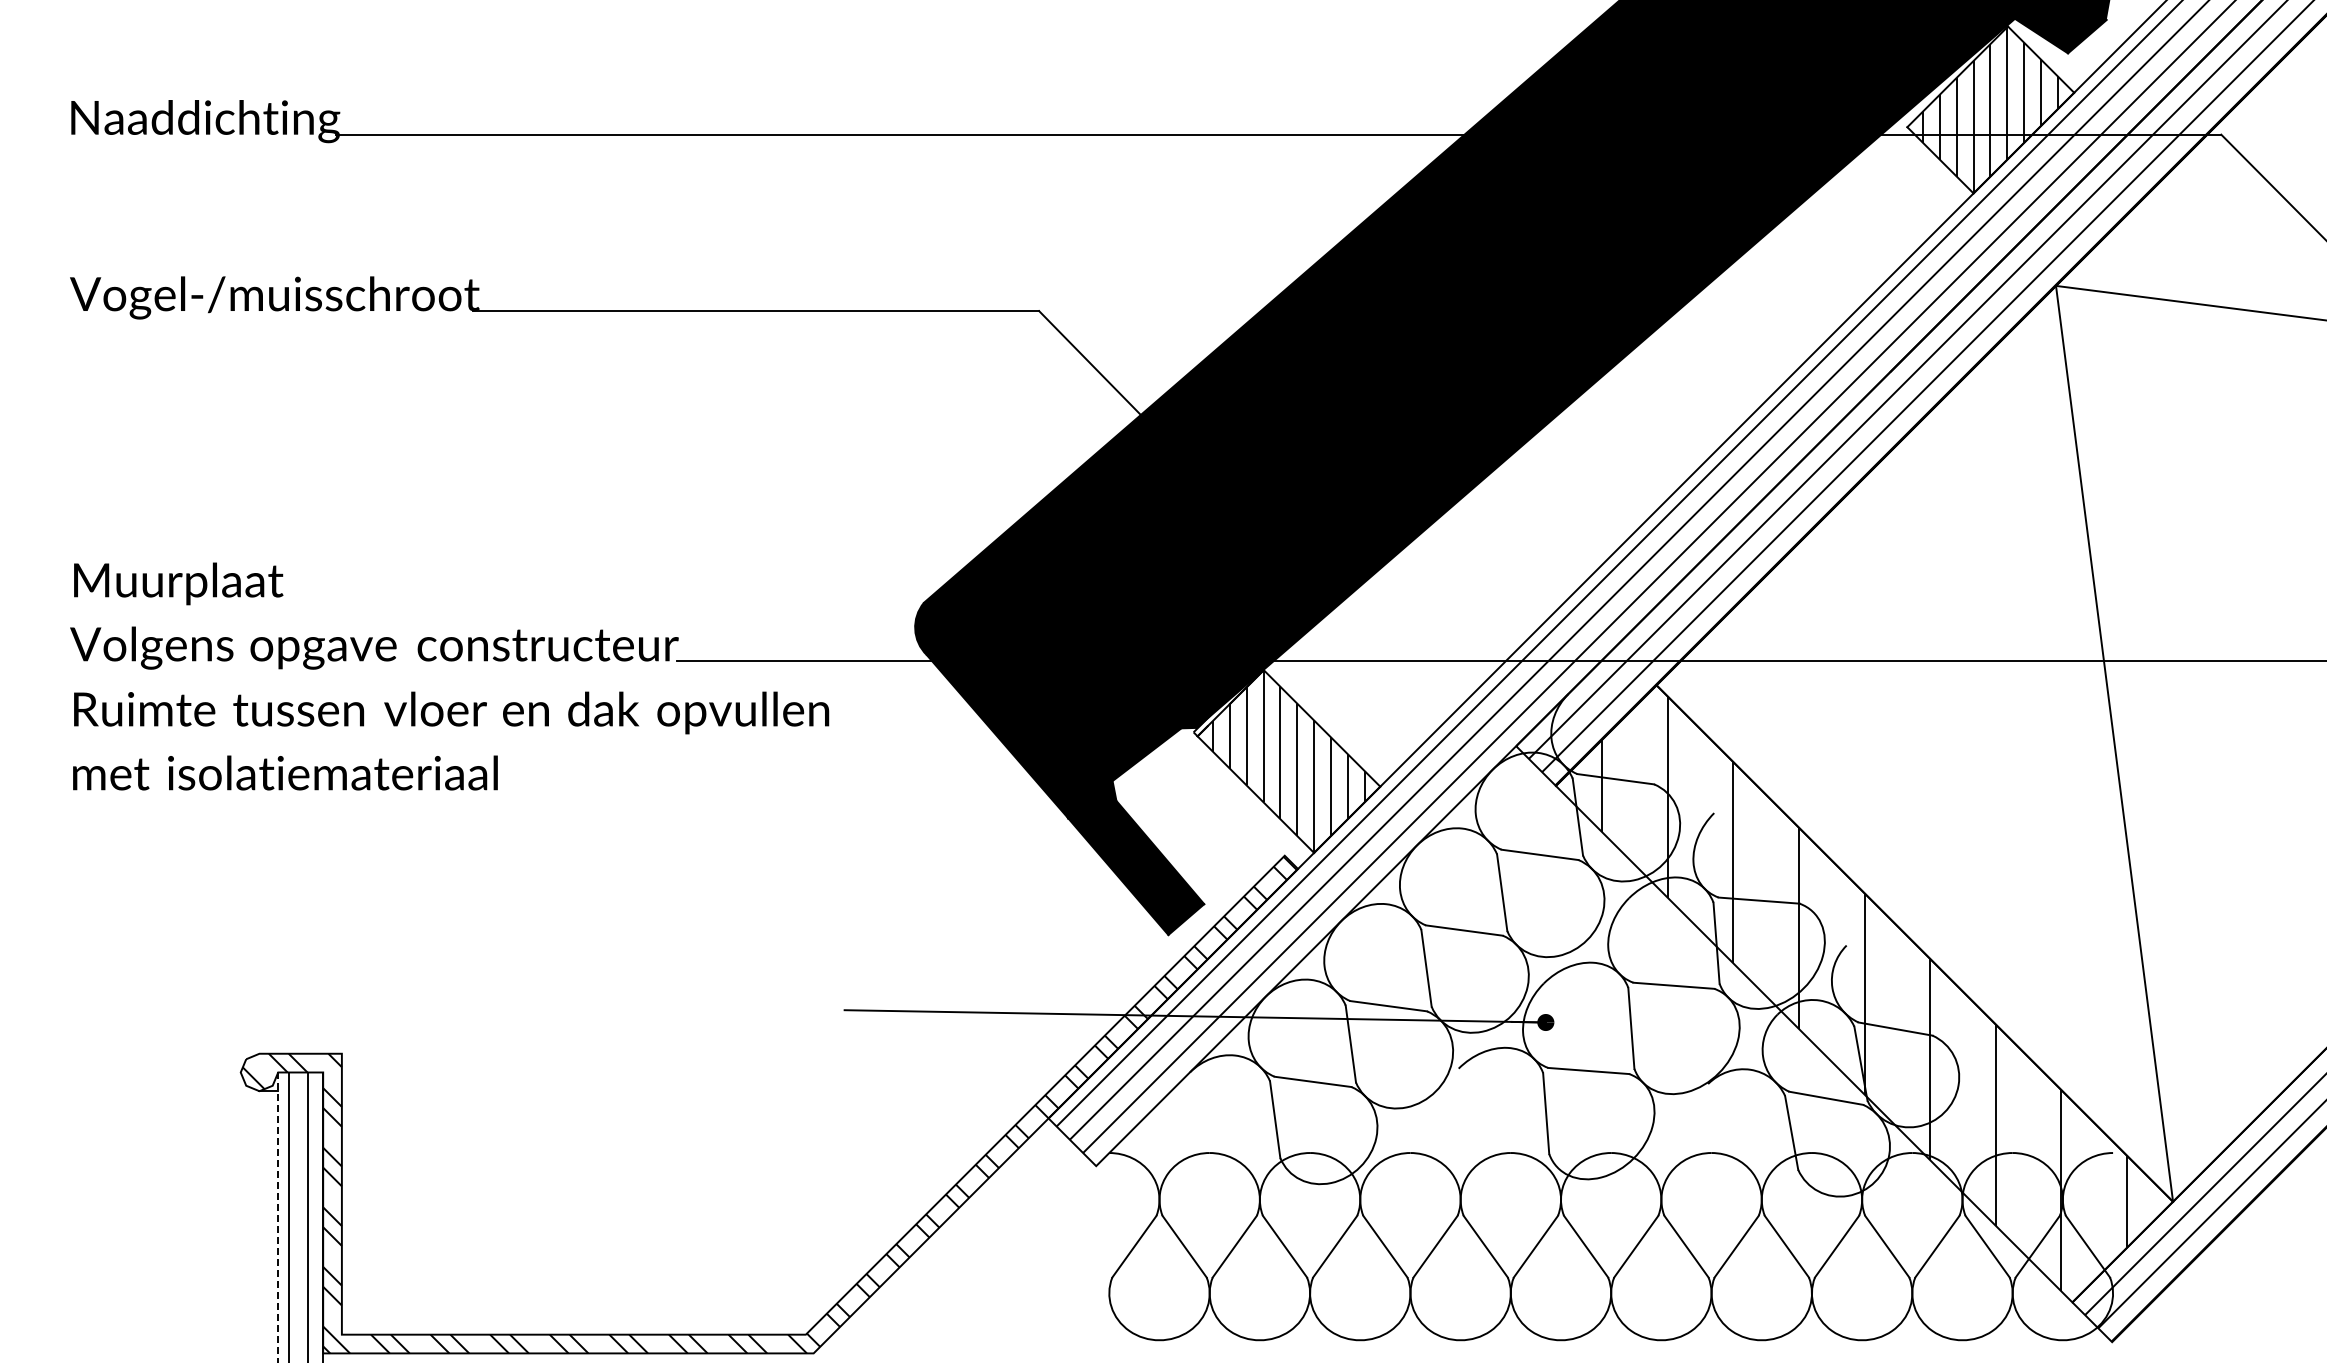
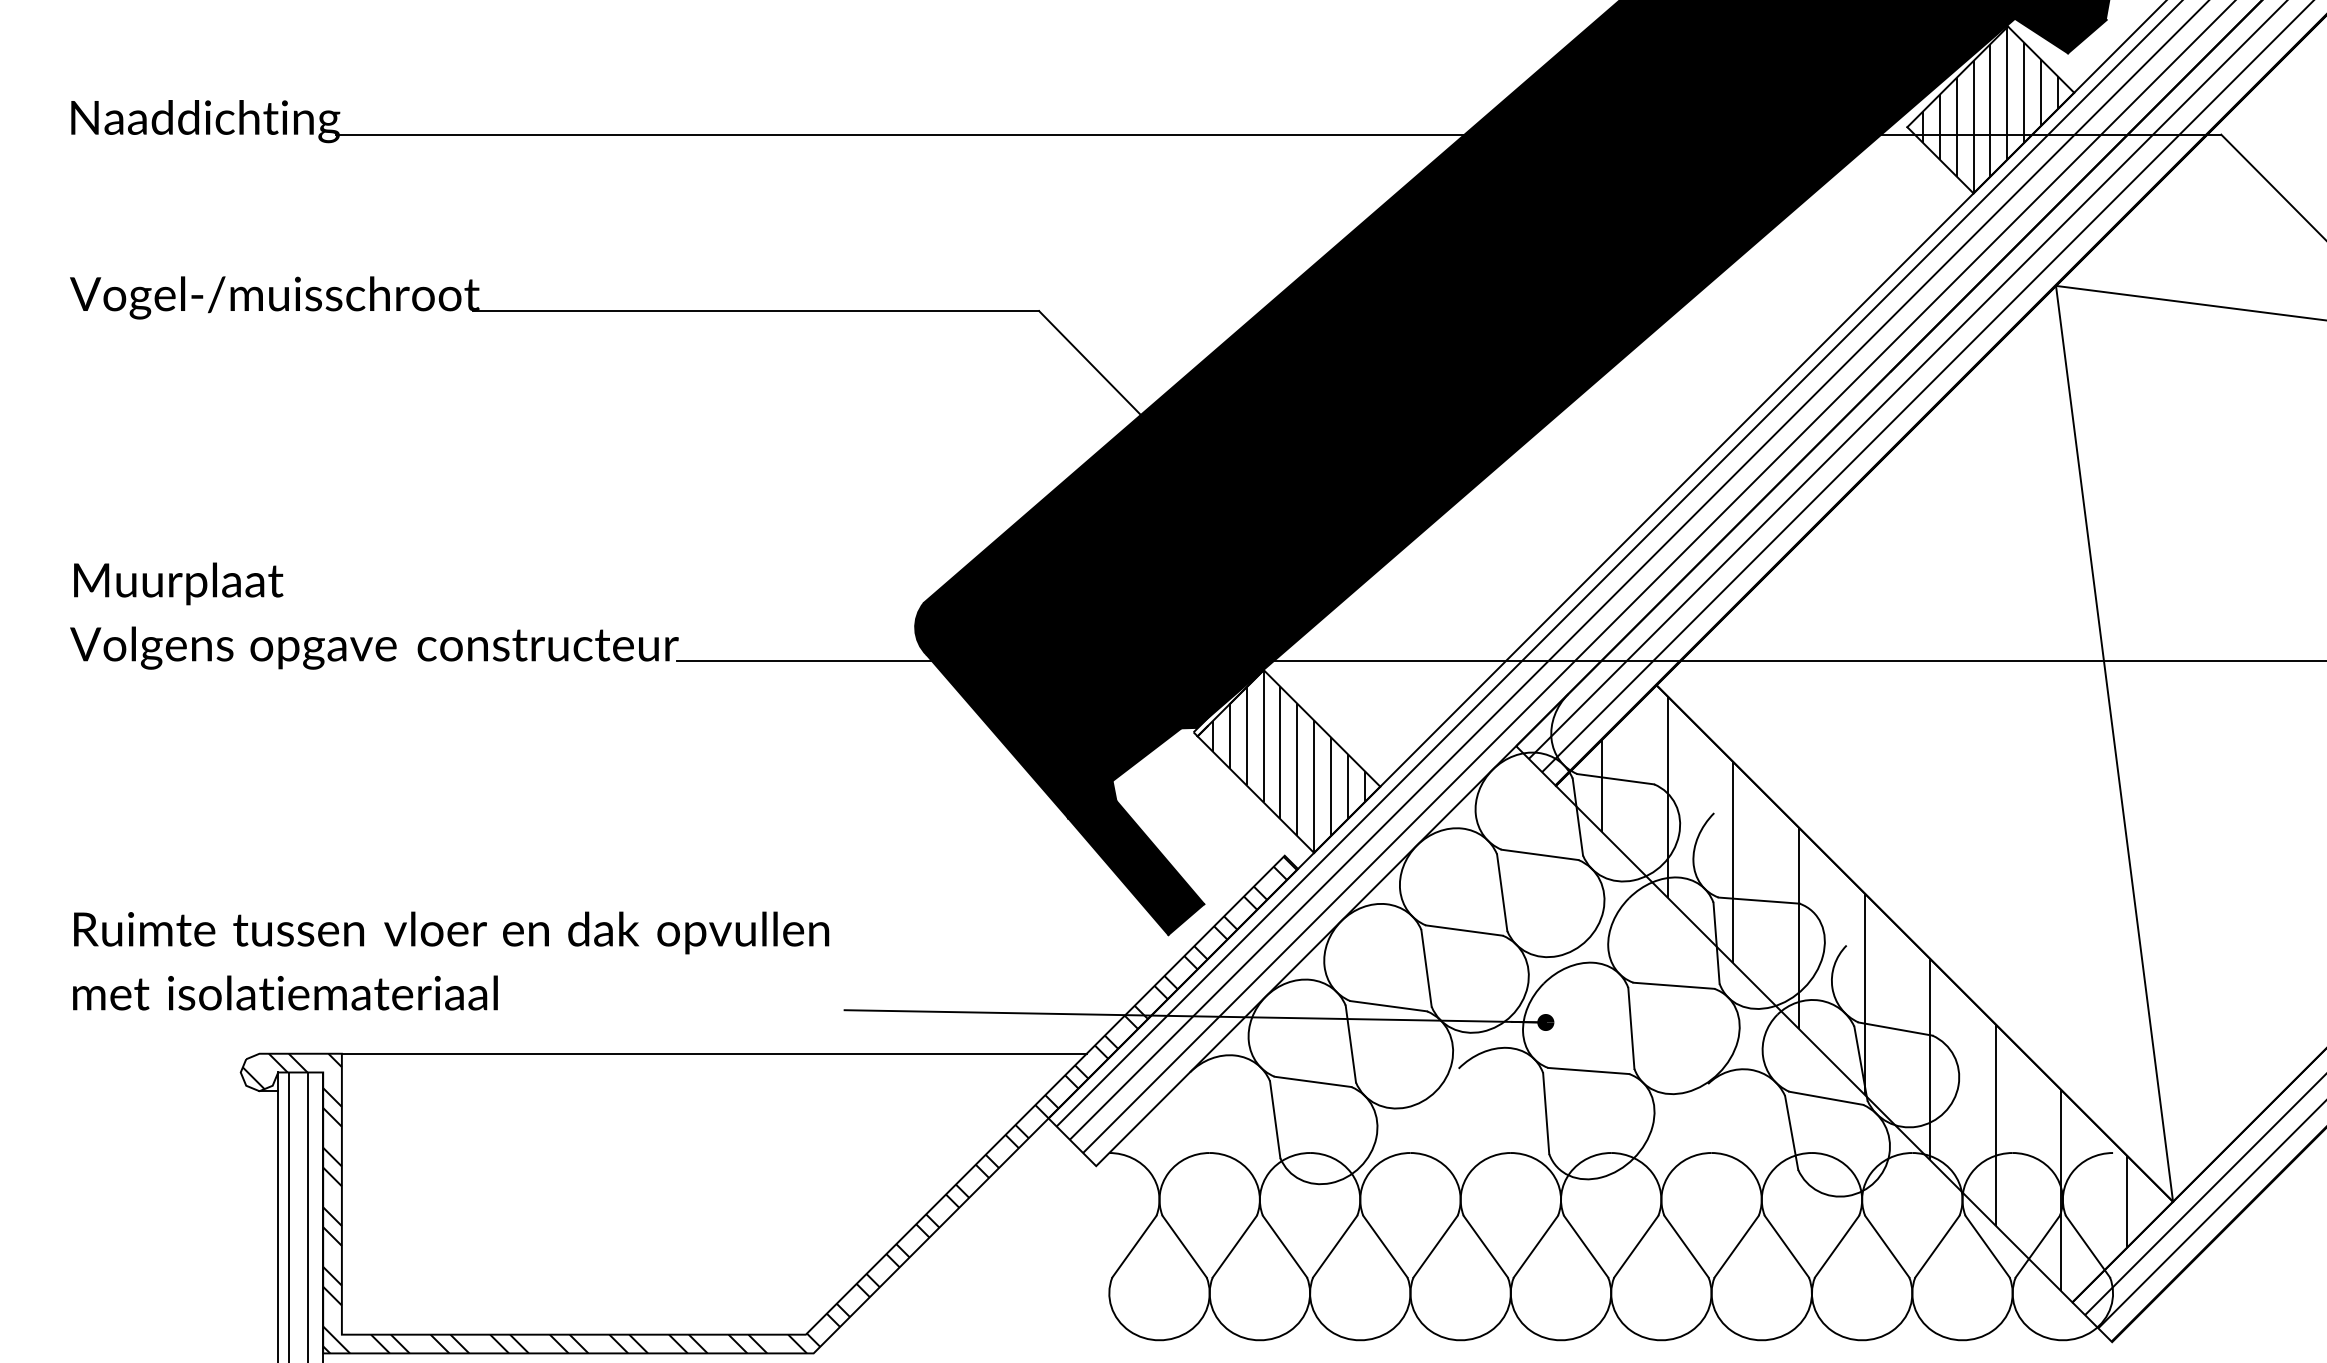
text at (451, 740) position: (451, 740) -> (451, 960)
line at (713, 1053): none -> present
line at (278, 1217): dashed -> solid
